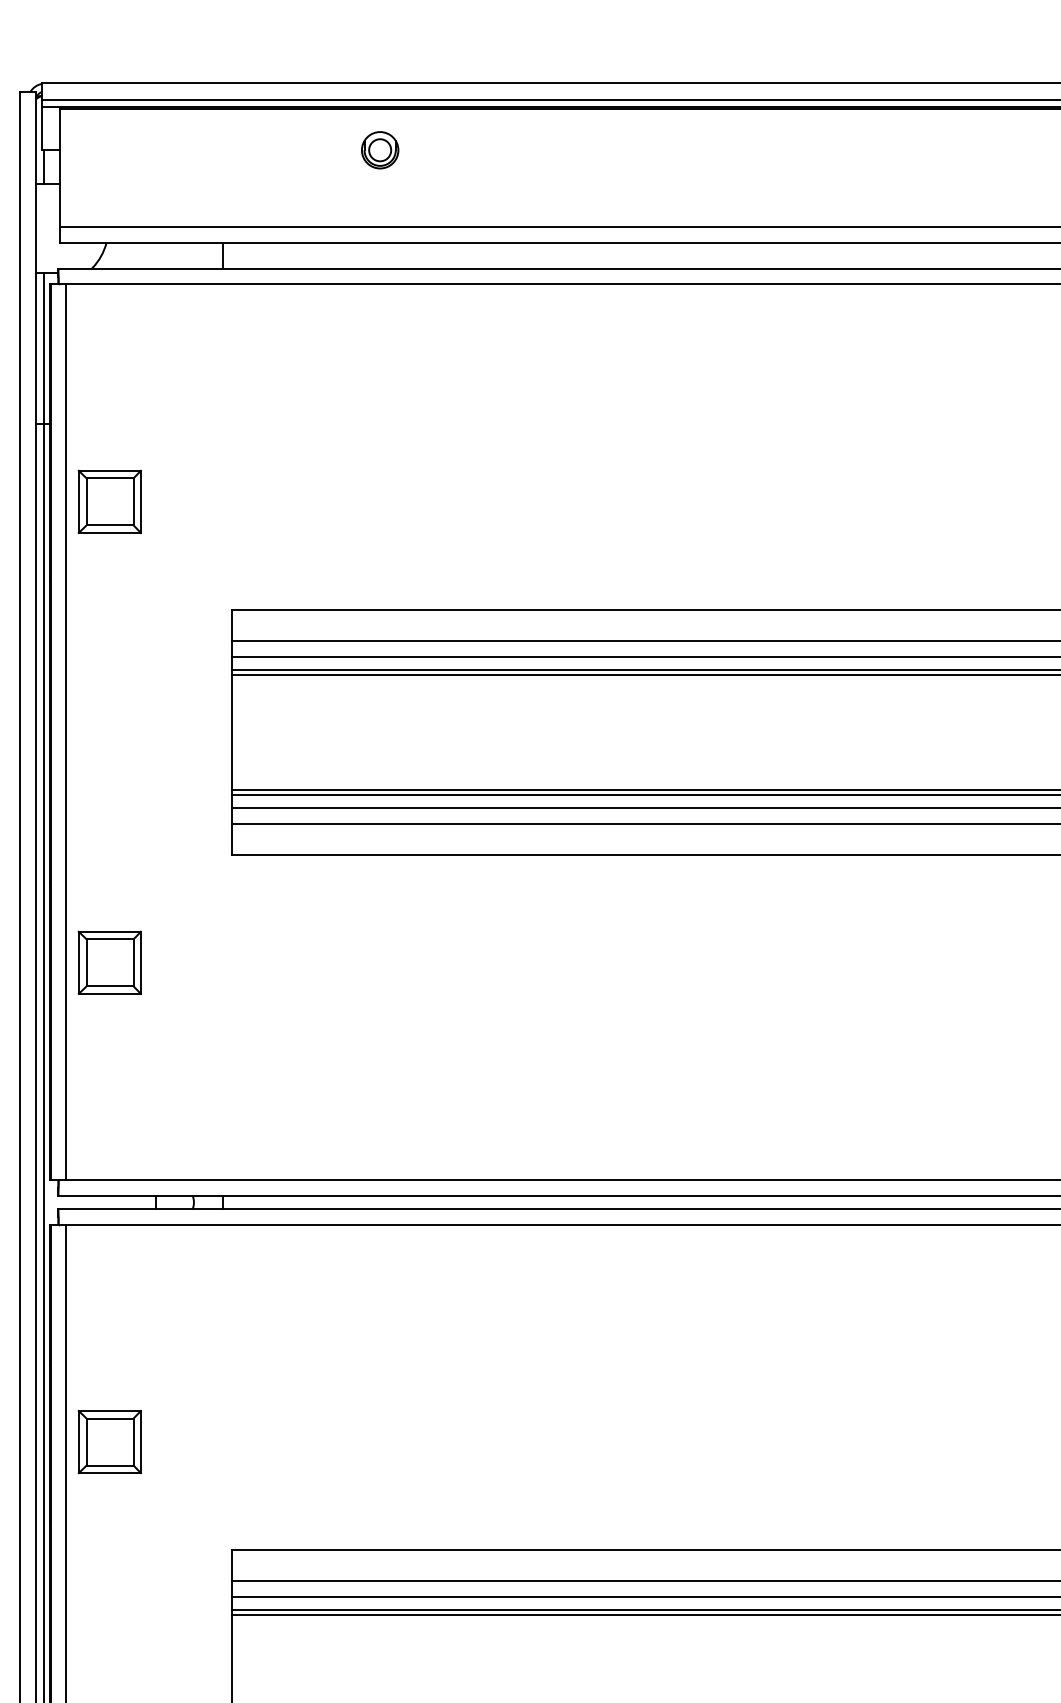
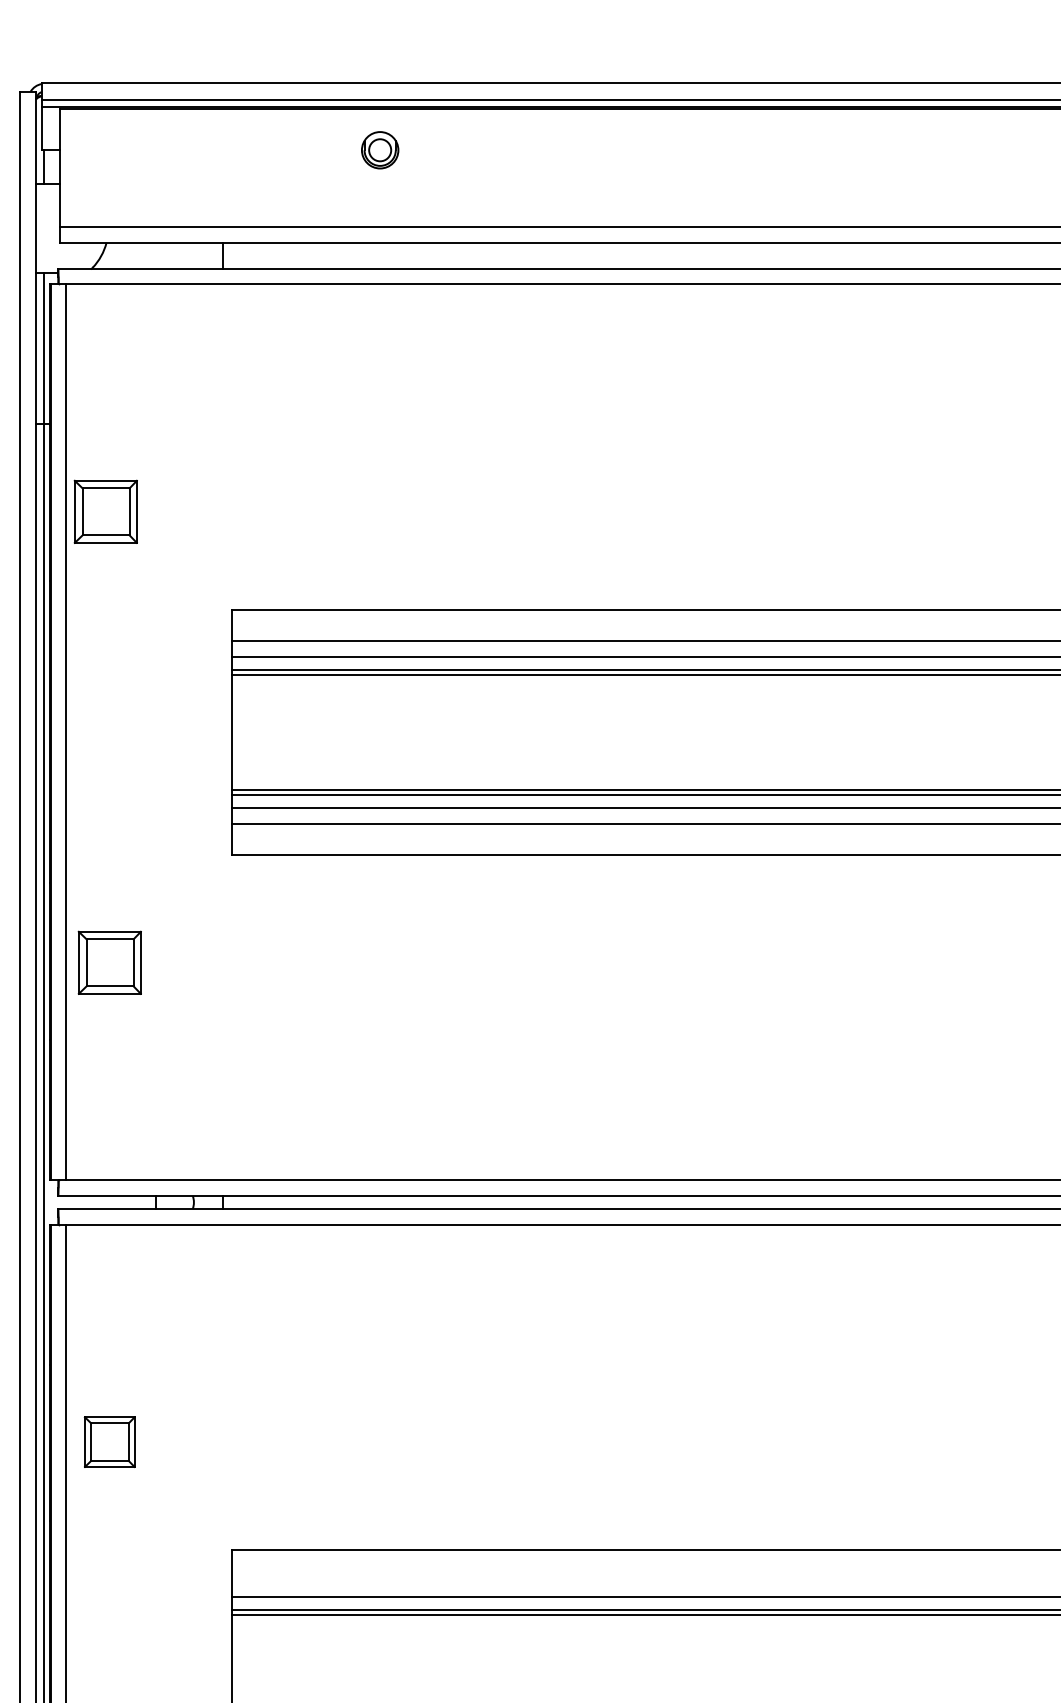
part at (109, 501) position: (109, 501) -> (105, 511)
part at (109, 1442) size: 65x65 px -> 53x52 px
line at (644, 1581): present -> none
